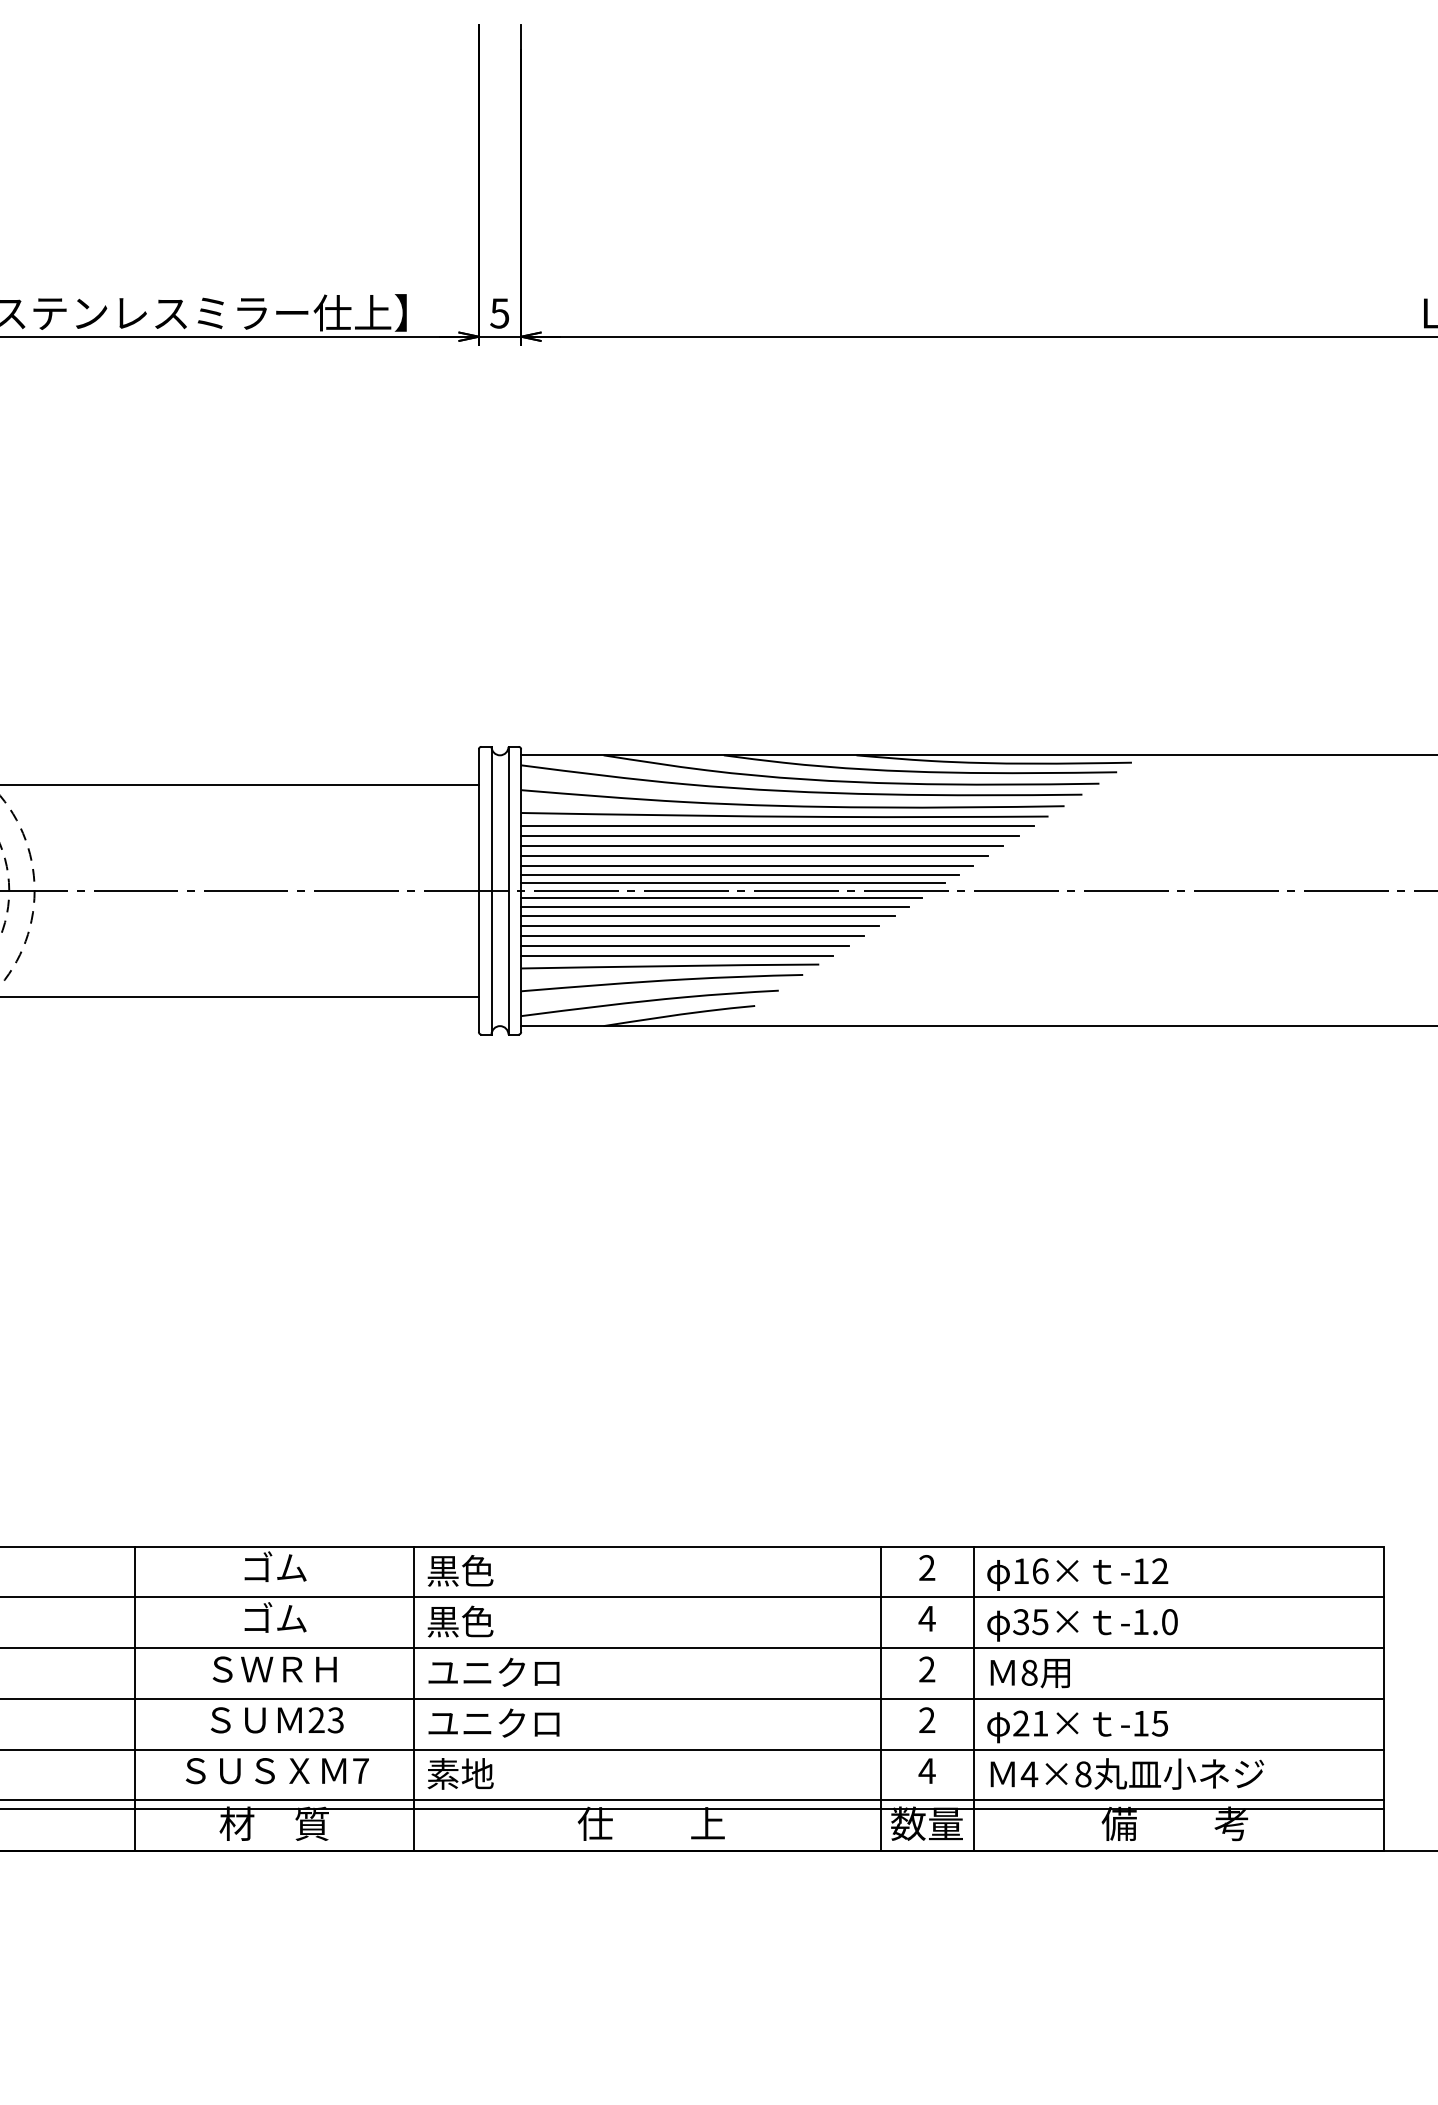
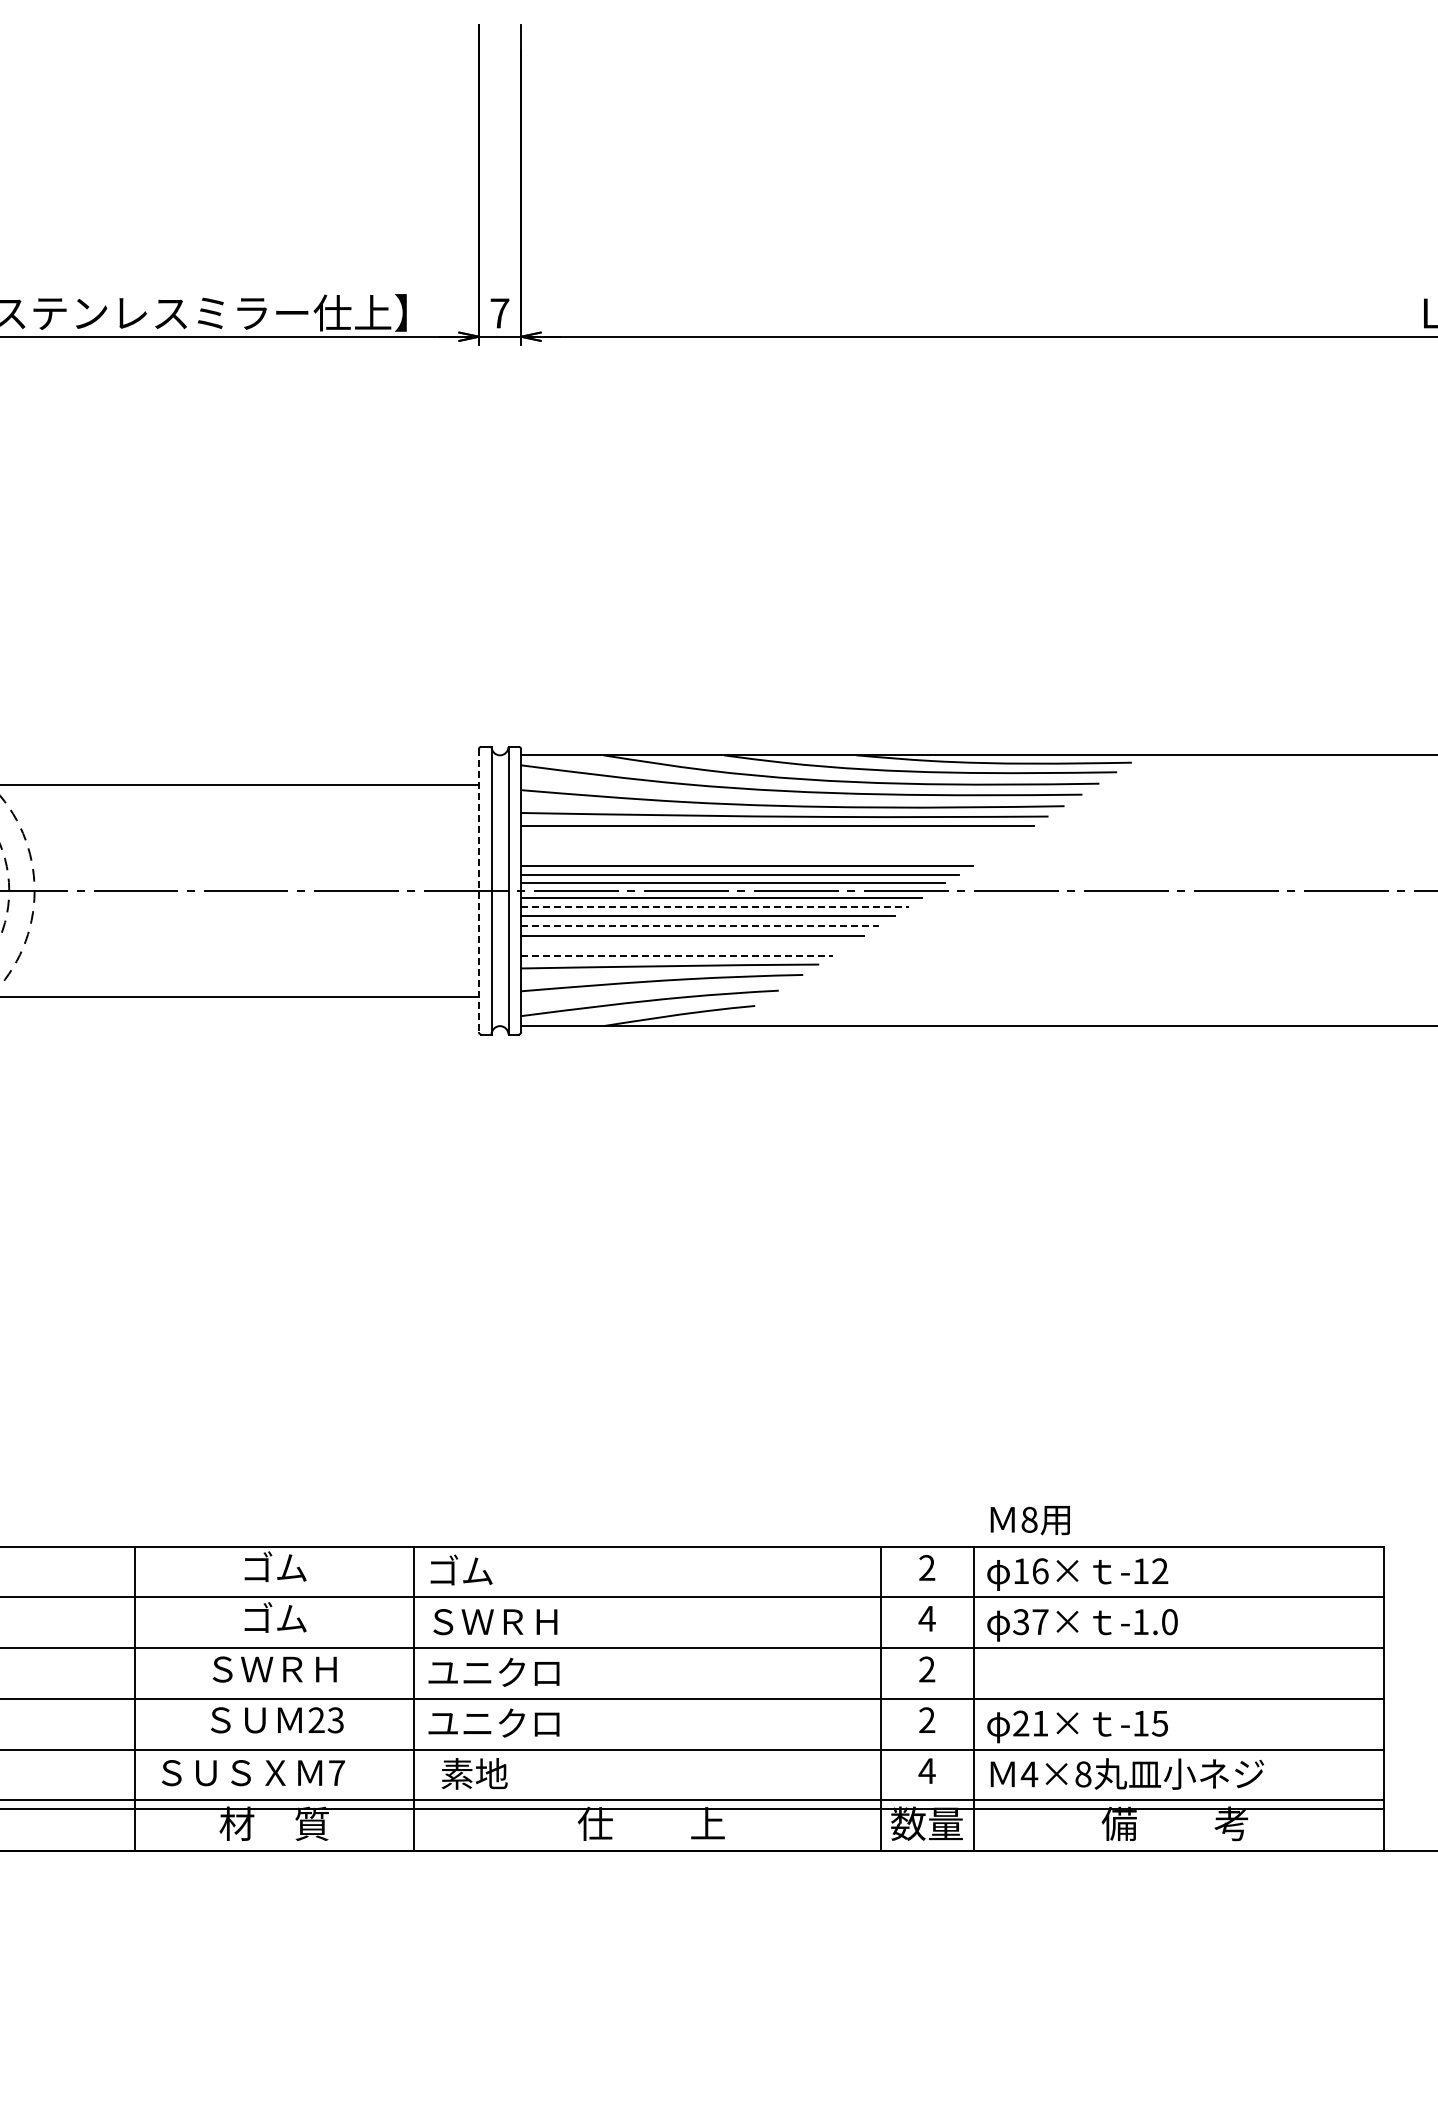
text at (499, 313): 5 -> 7
line at (769, 835): present -> none
line at (762, 845): present -> none
line at (754, 855): present -> none
line at (478, 891): solid -> dashed
line at (714, 906): solid -> dashed
line at (700, 925): solid -> dashed
line at (684, 945): present -> none
line at (677, 955): solid -> dashed
text at (460, 1570): 黒色 -> ゴム
text at (492, 1621): 黒色 -> ＳＷＲＨ
text at (1040, 1622): 35× -> 37×
text at (1029, 1673) position: (1029, 1673) -> (1029, 1520)
text at (276, 1771) position: (276, 1771) -> (252, 1773)
text at (460, 1773) position: (460, 1773) -> (474, 1773)
